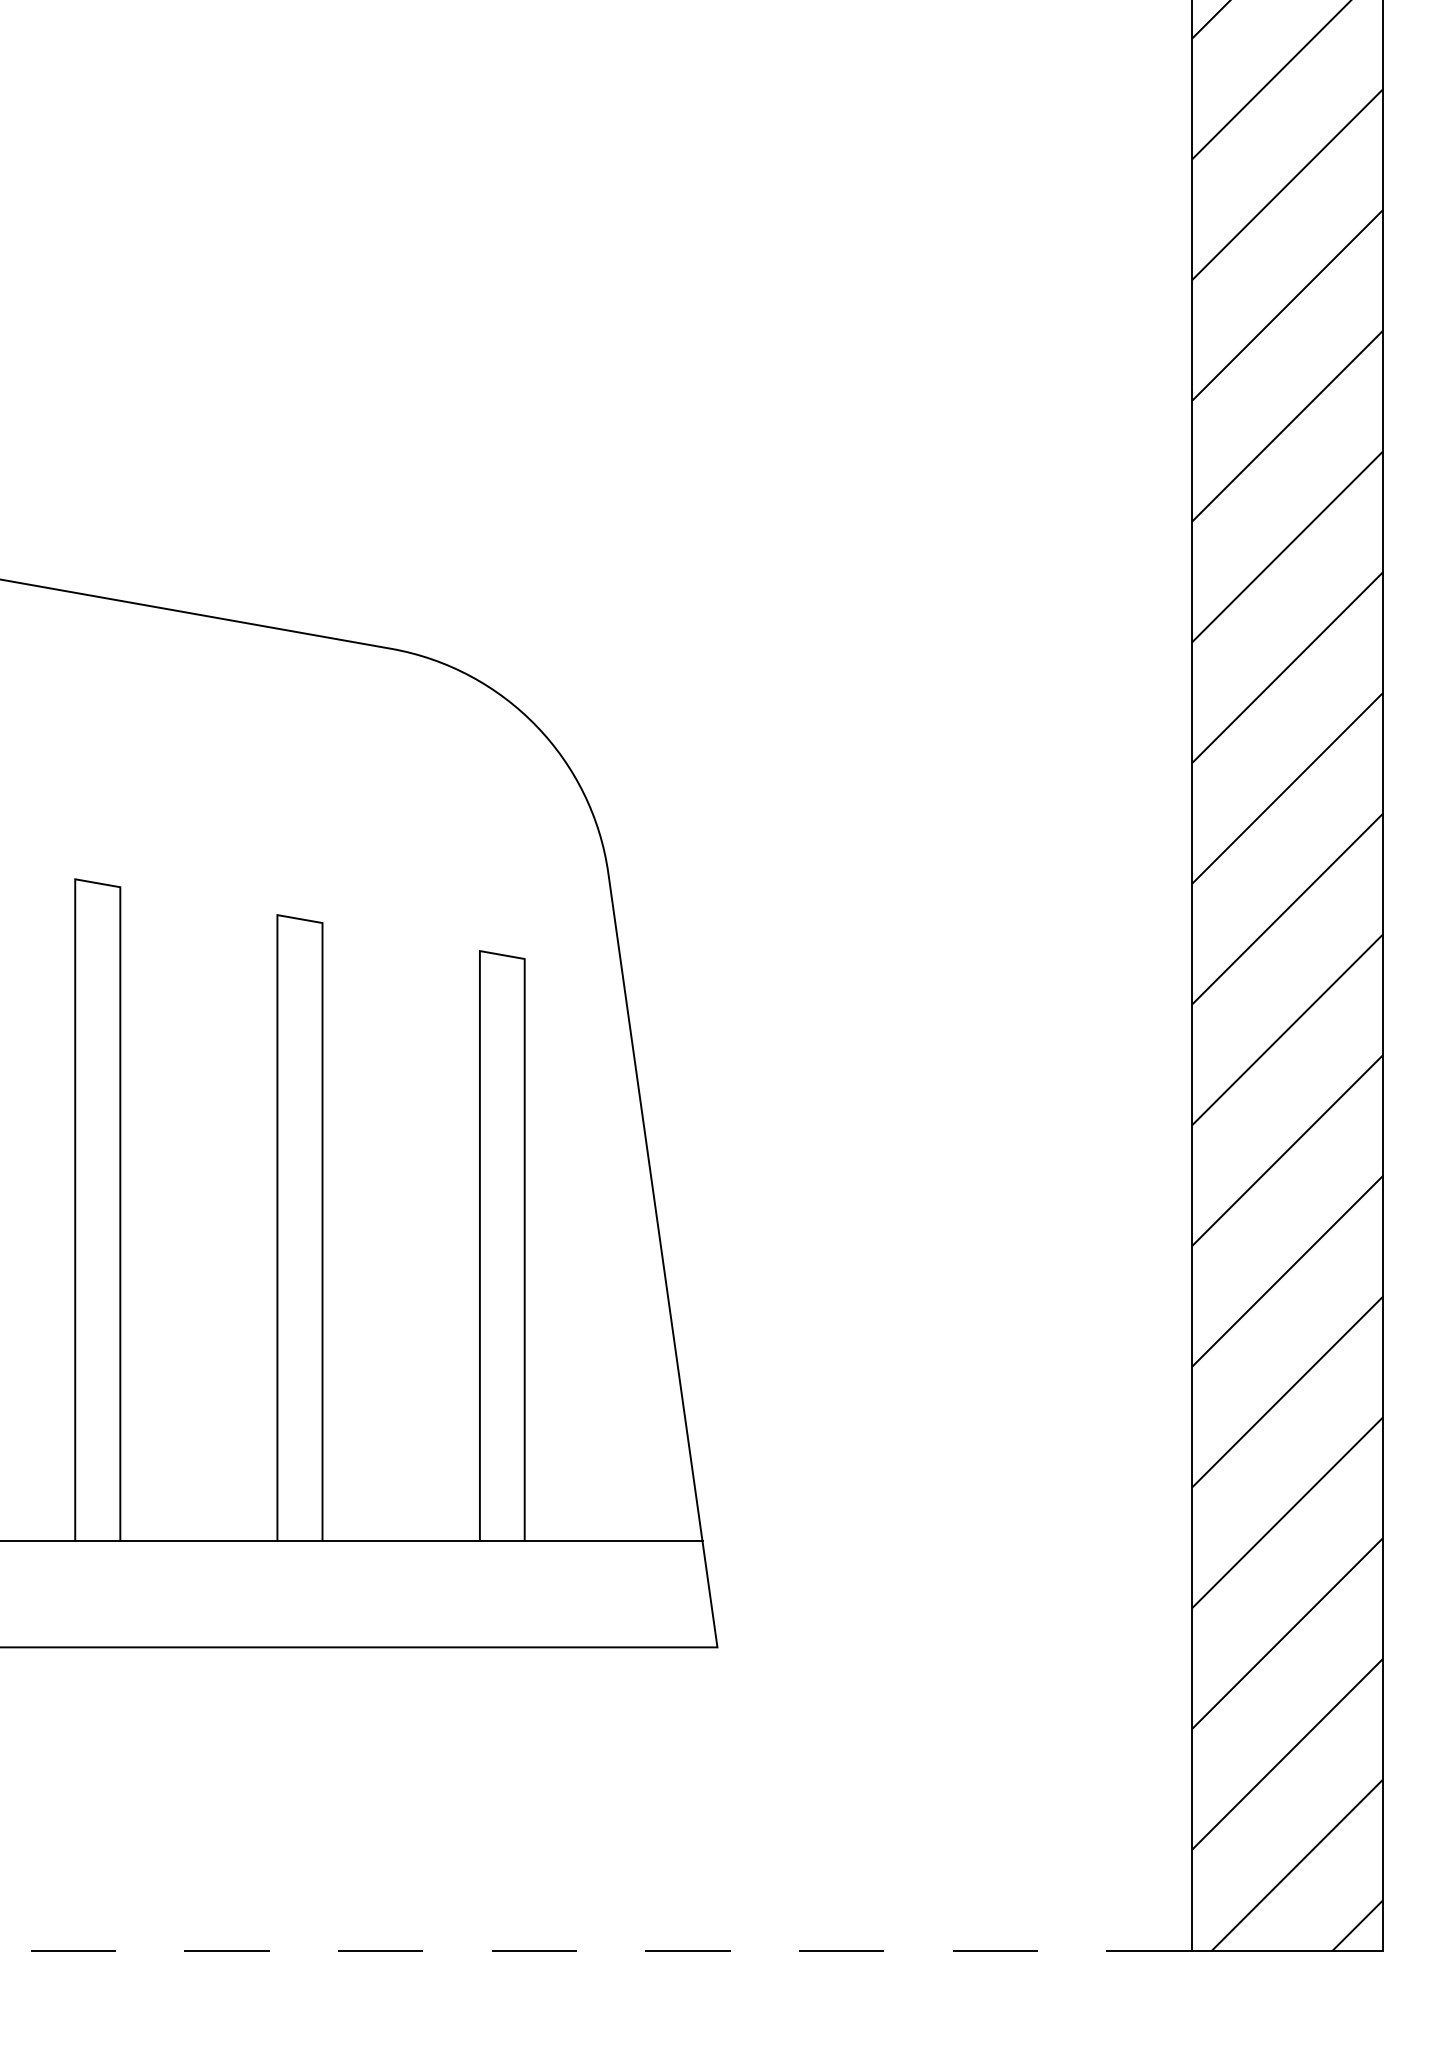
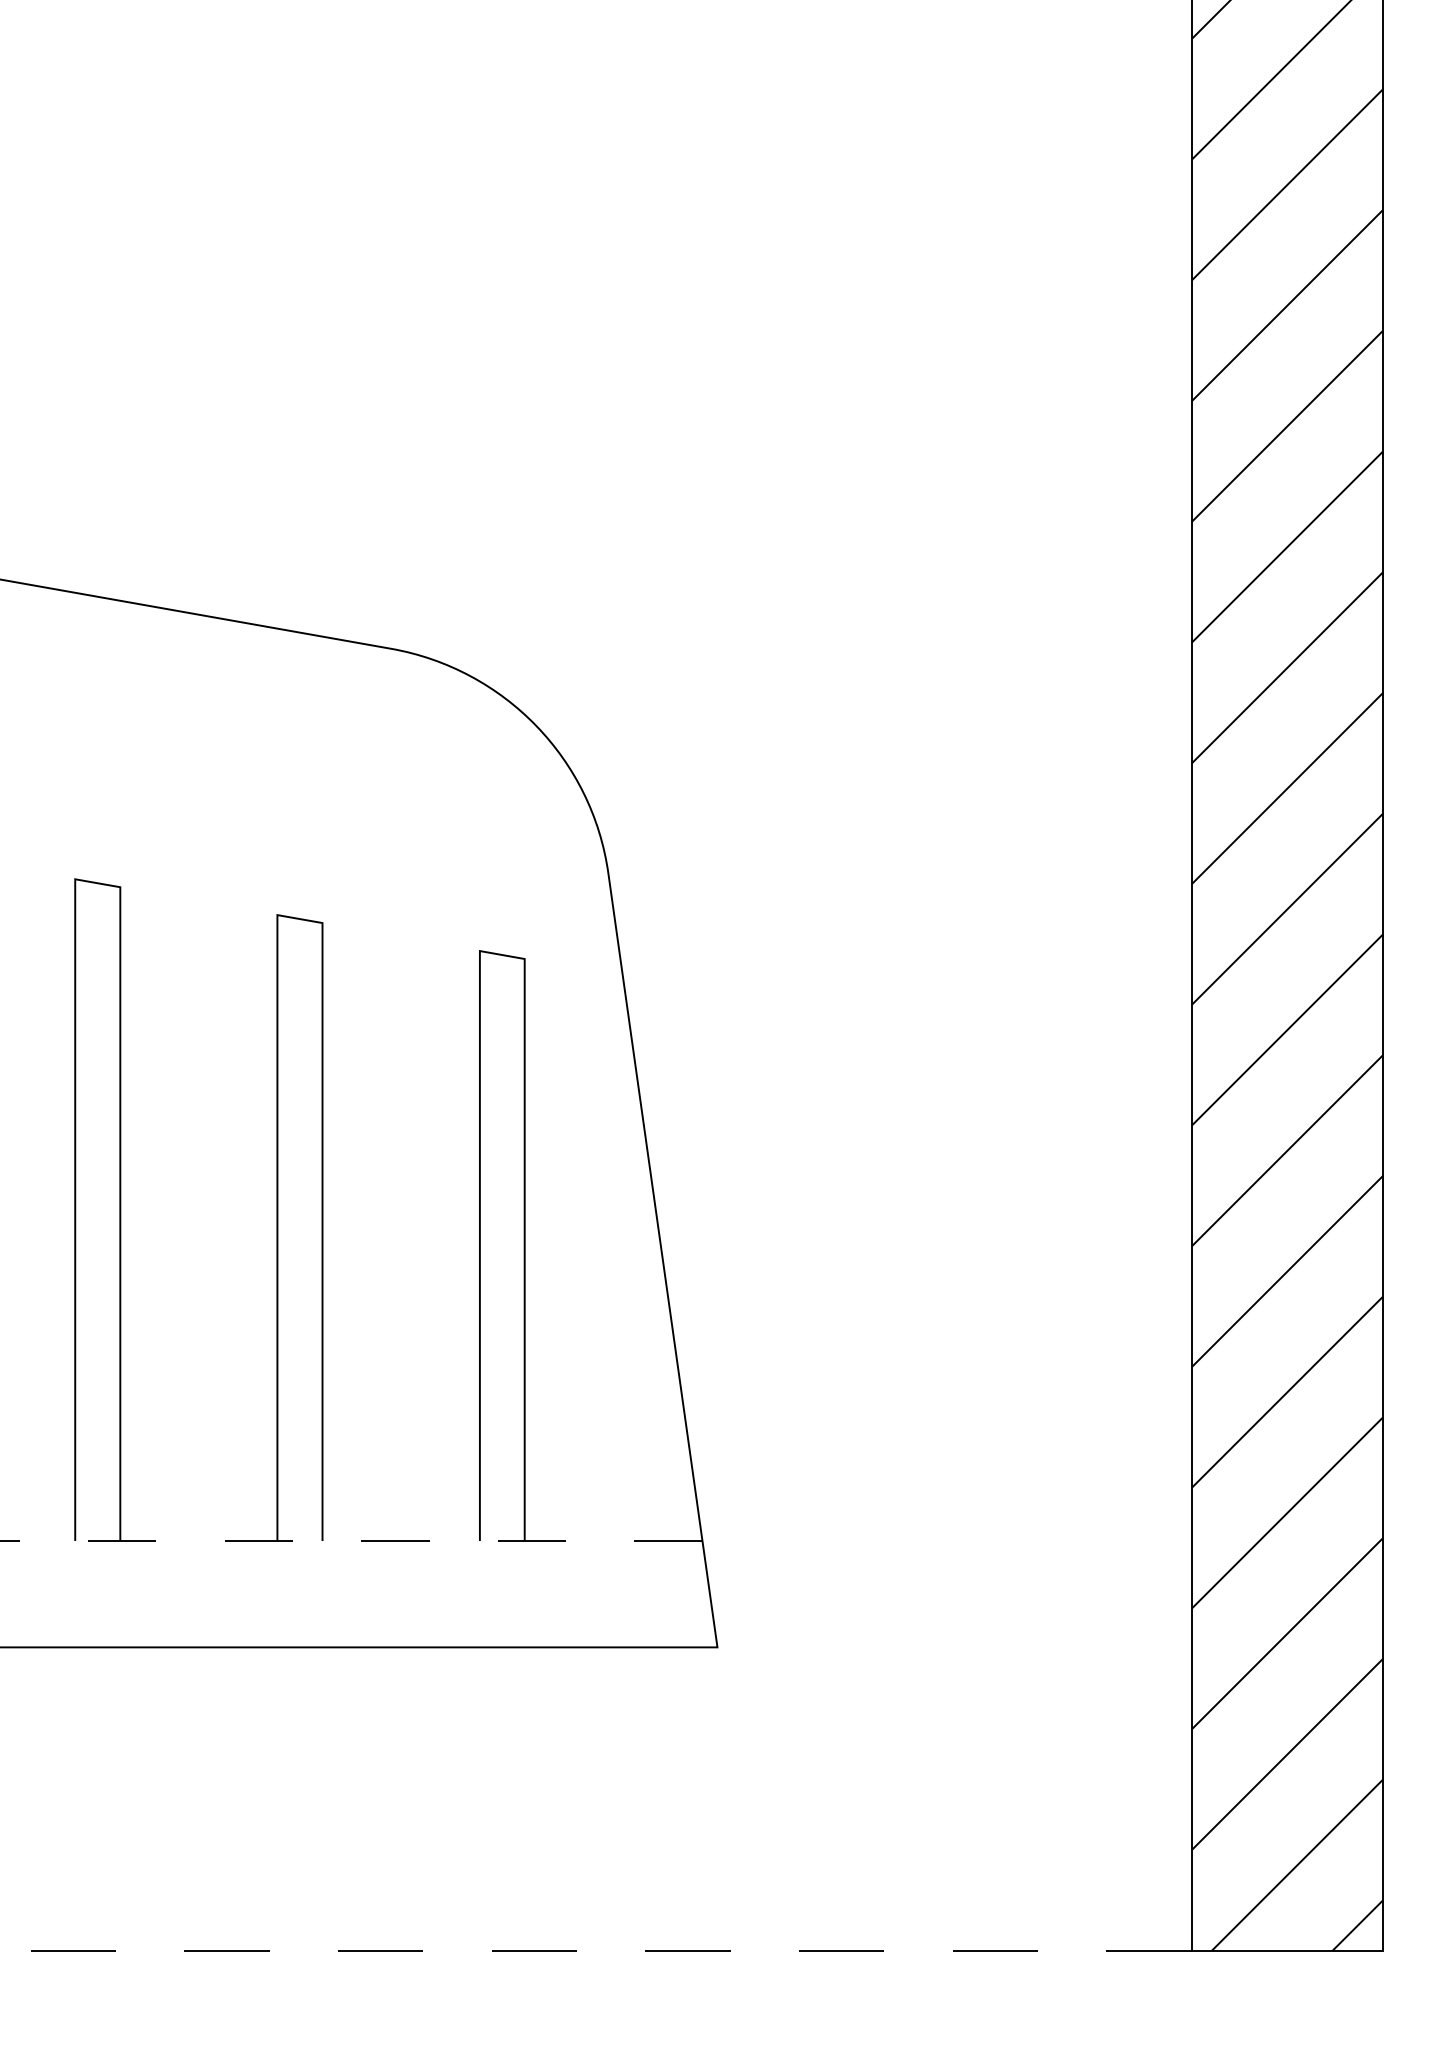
line at (351, 1540): solid -> dashed
